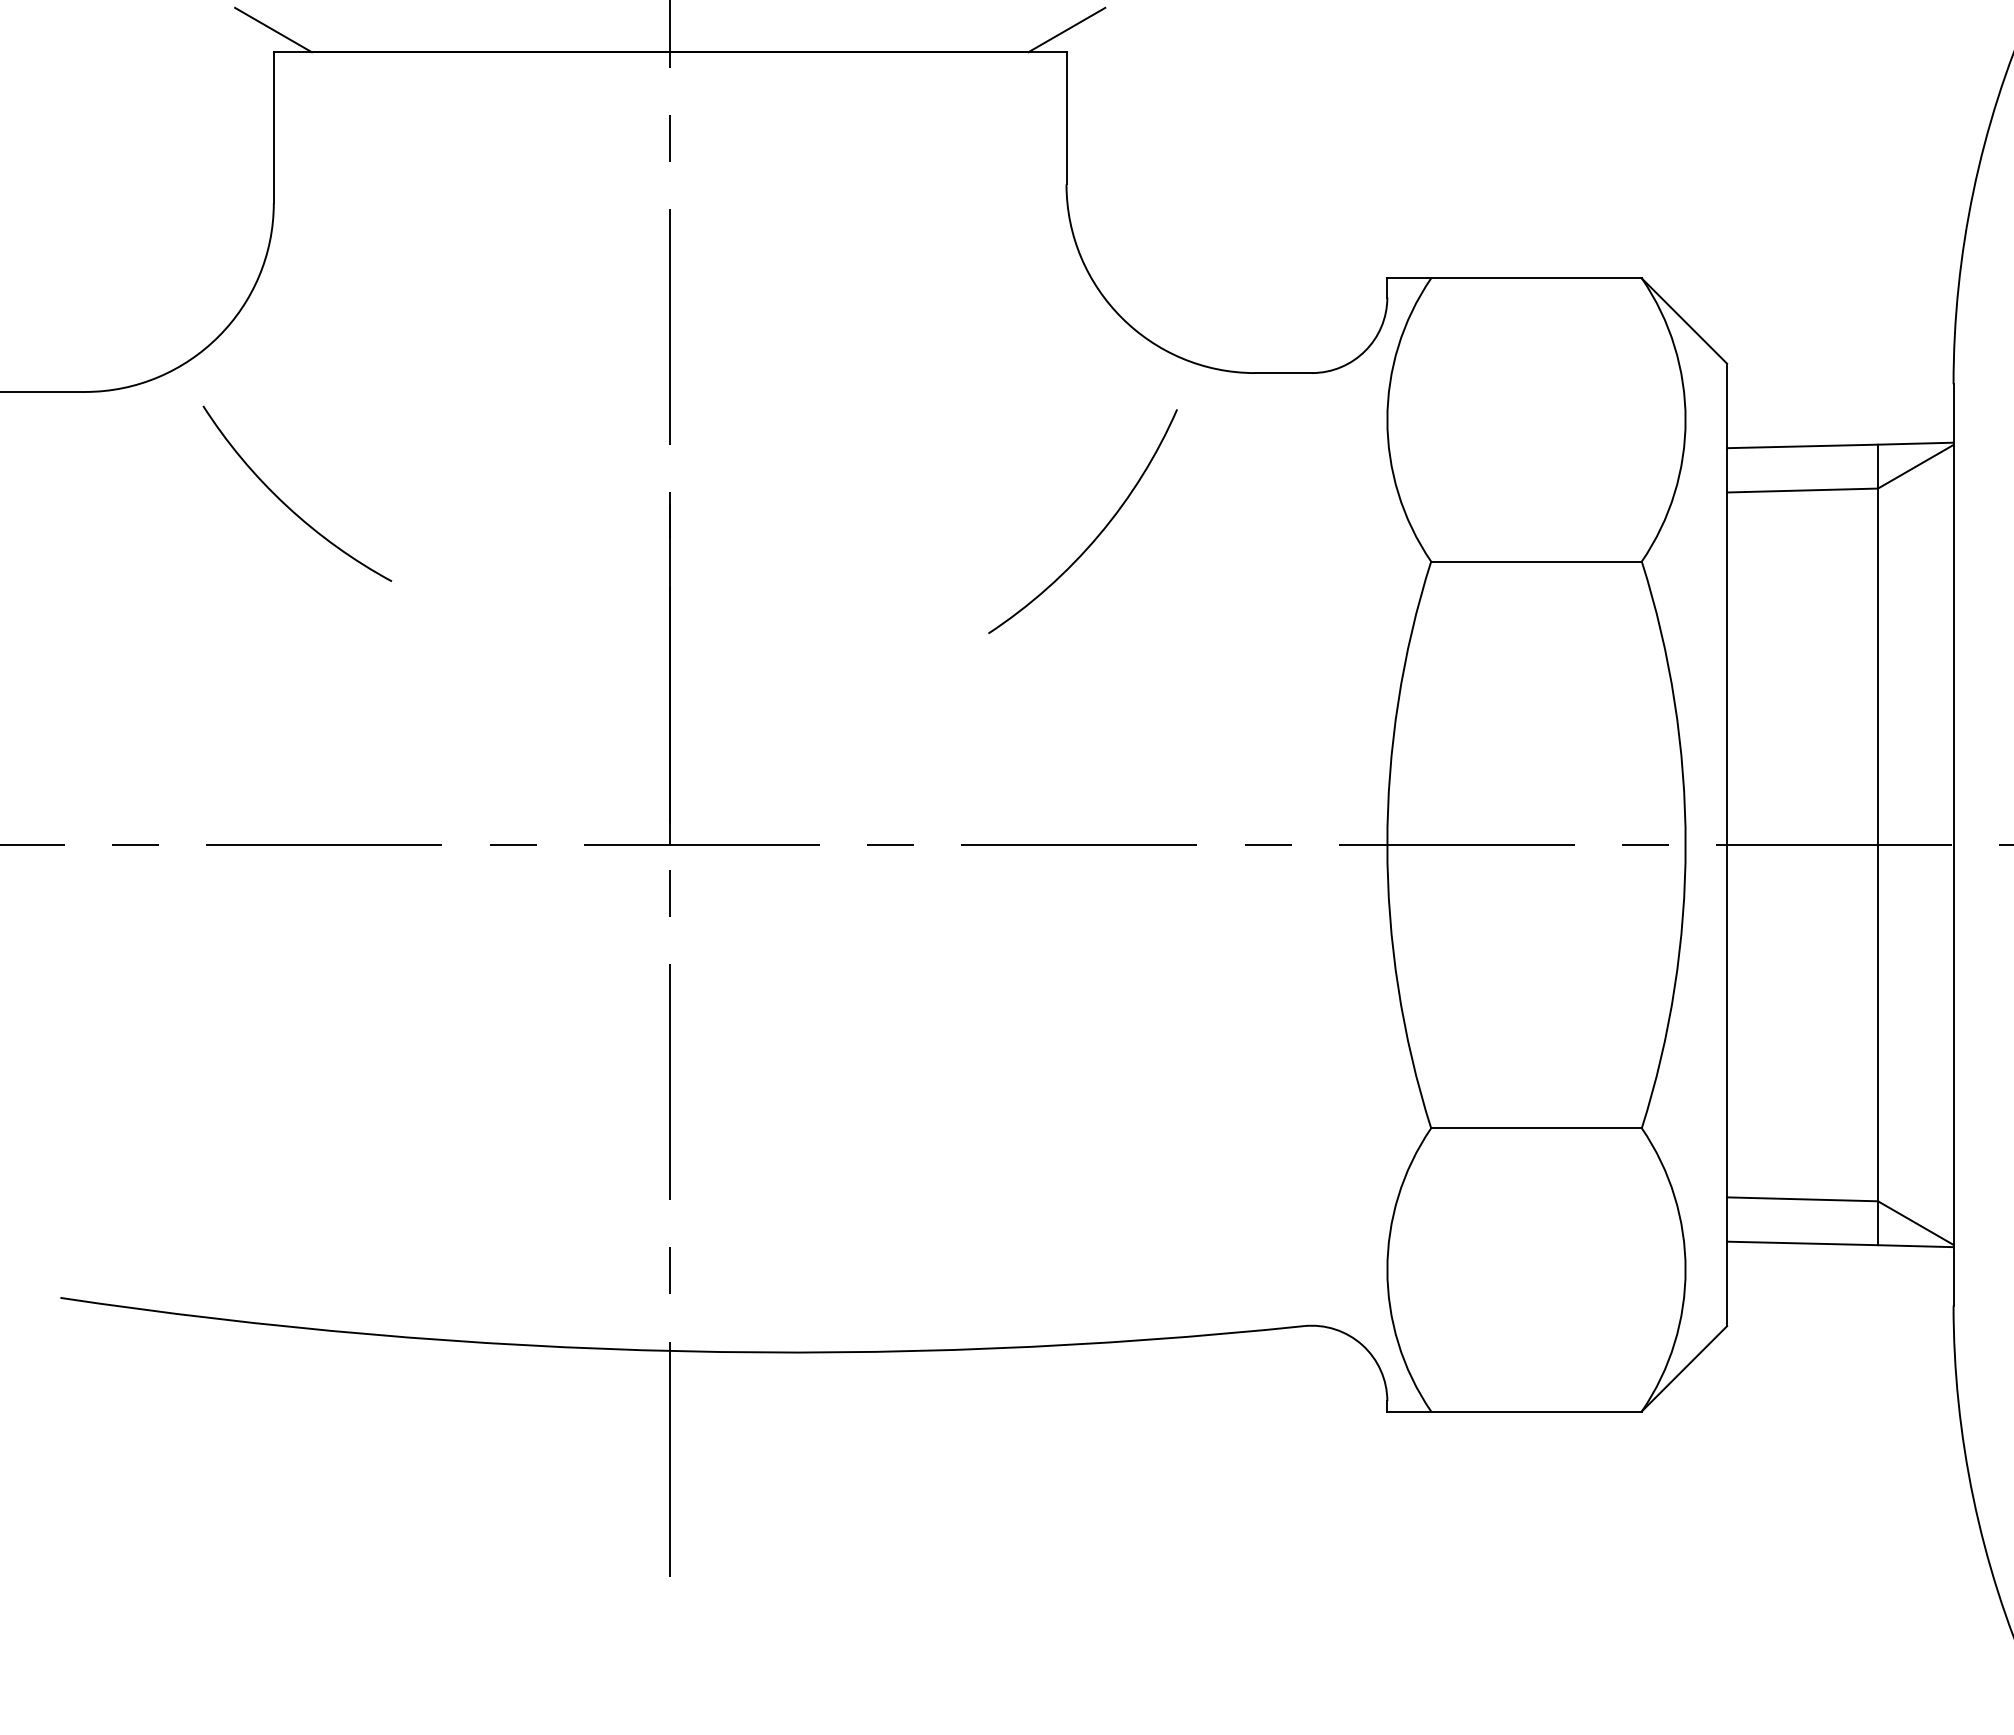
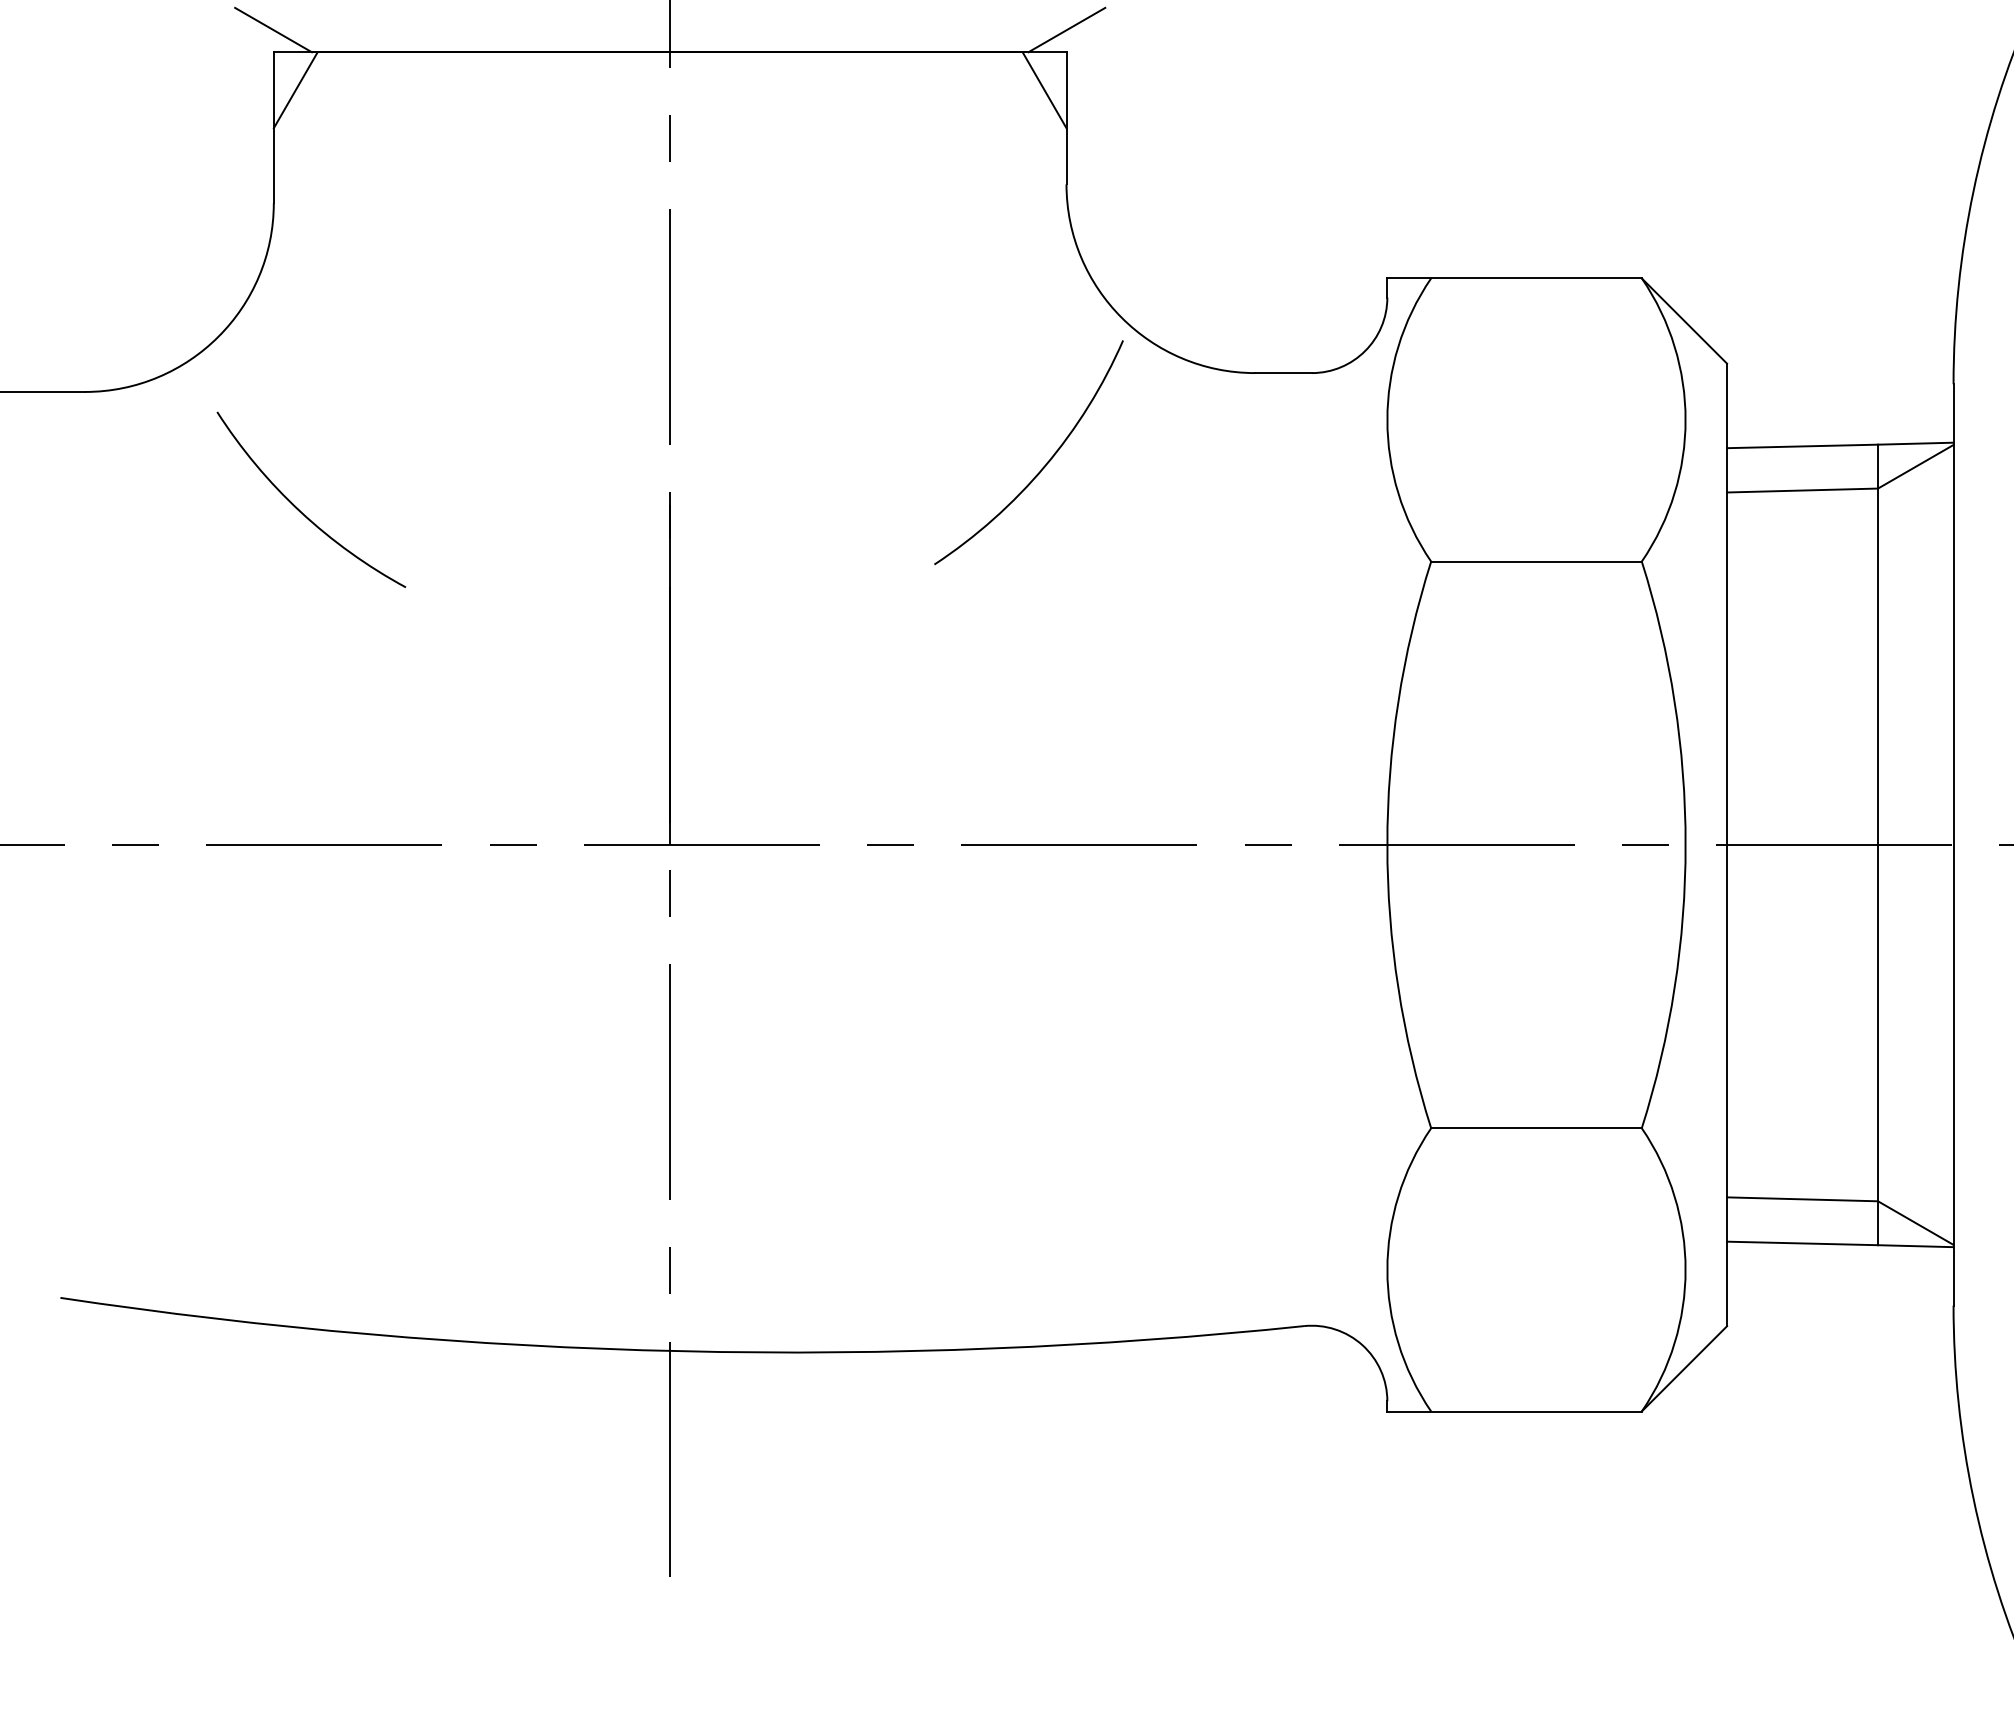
line at (295, 90): none -> present
line at (1044, 90): none -> present
arc at (286, 504) position: (286, 504) -> (300, 510)
arc at (1097, 535) position: (1097, 535) -> (1043, 466)
